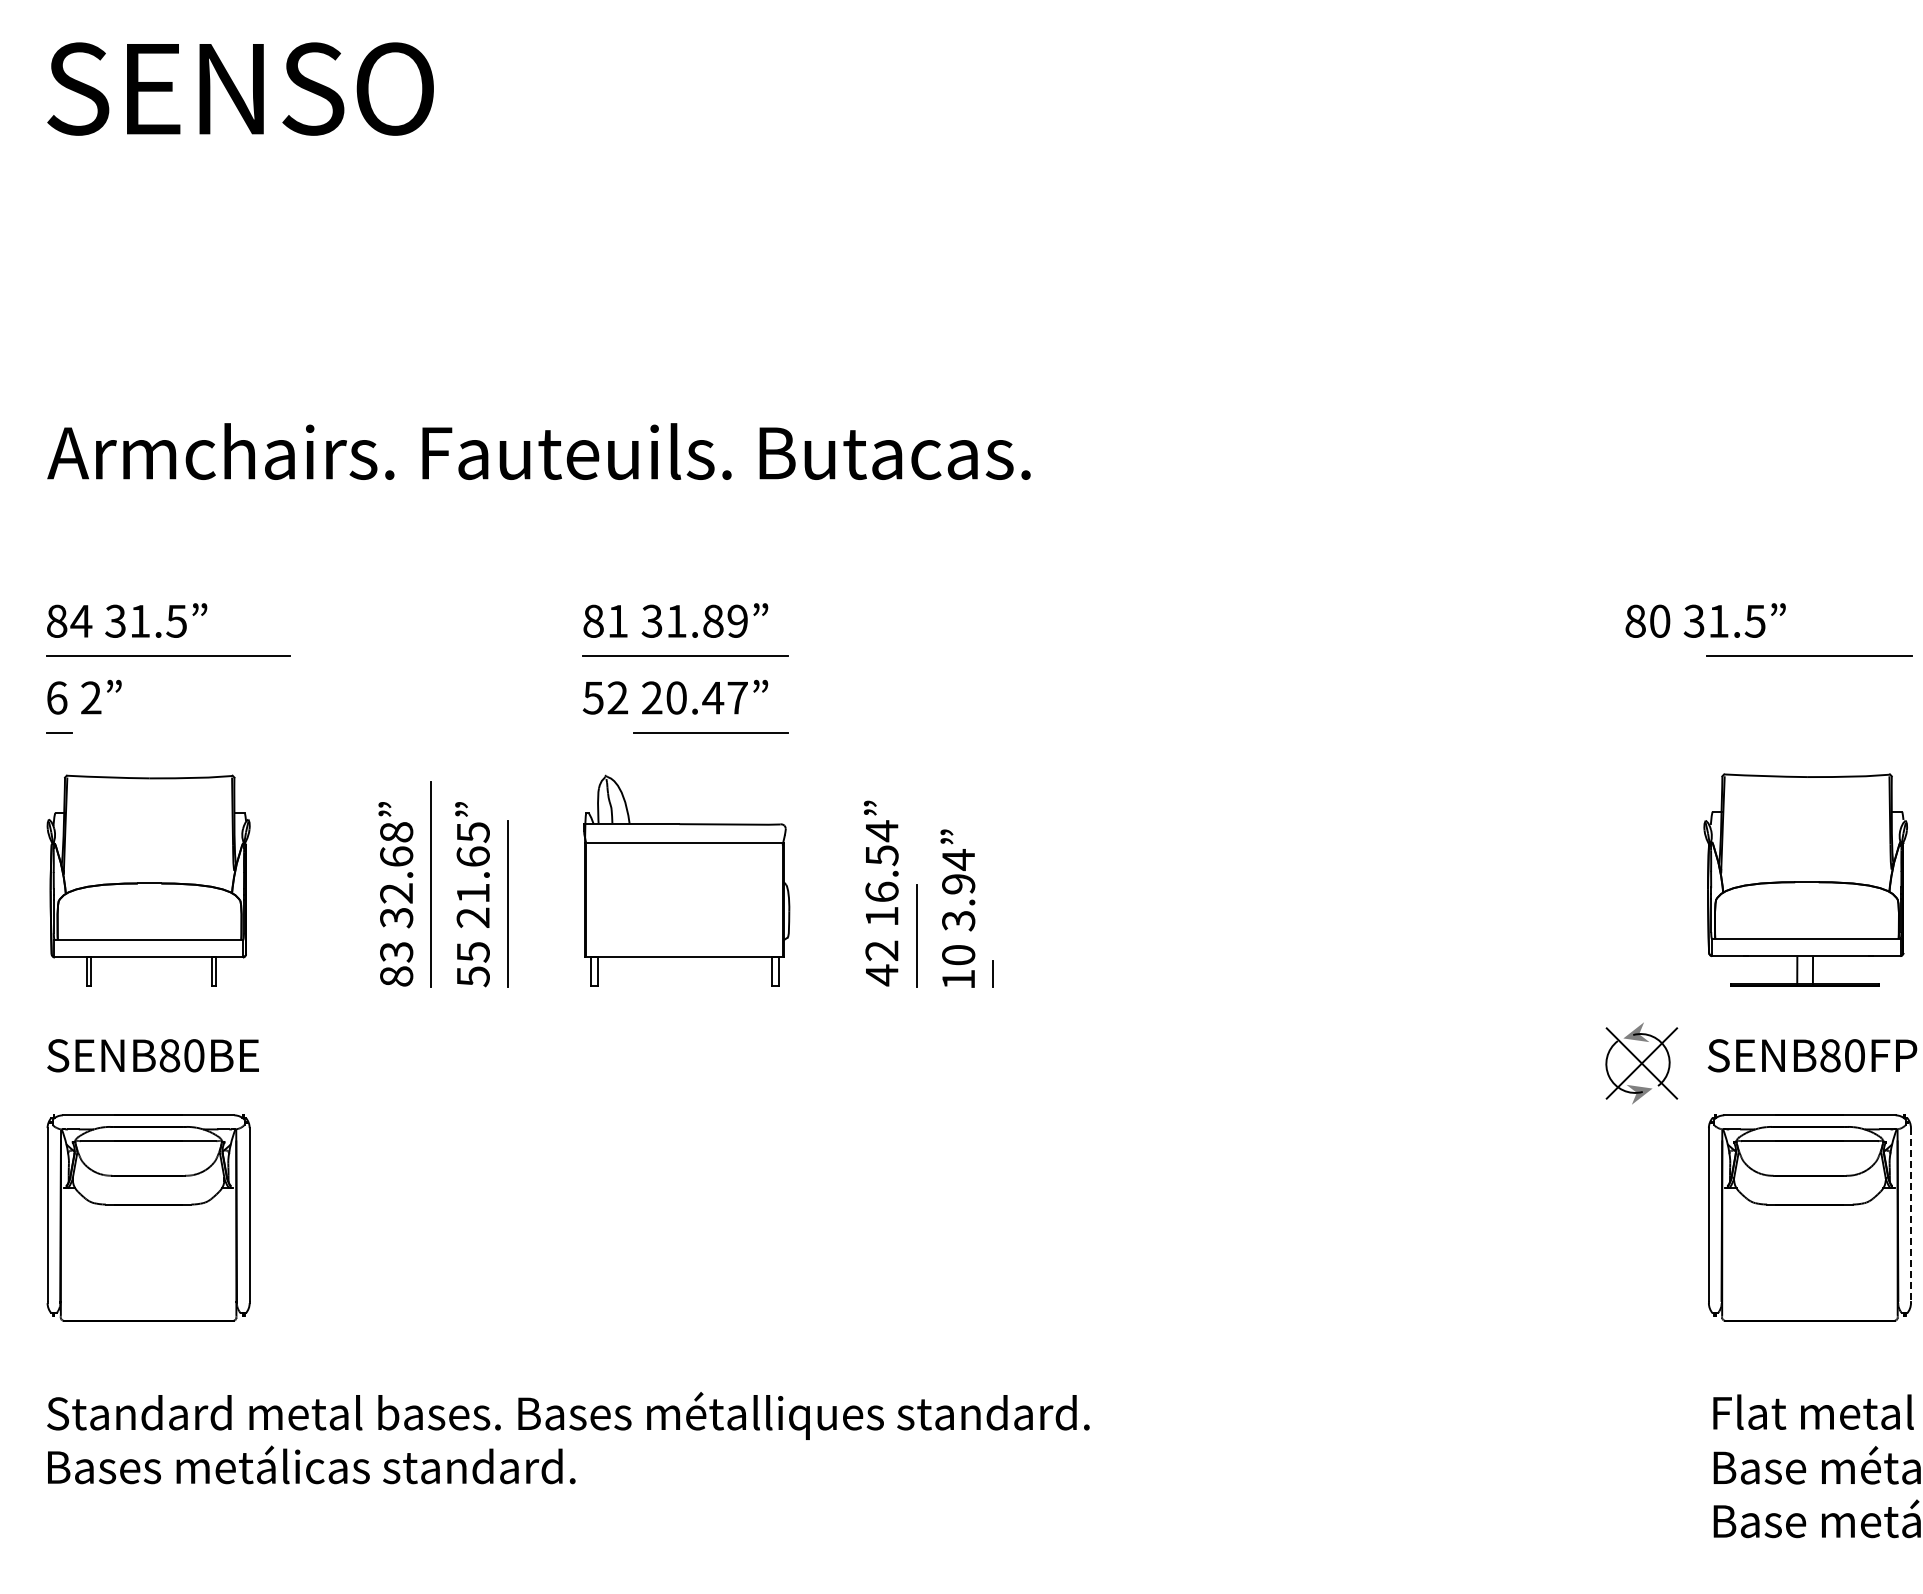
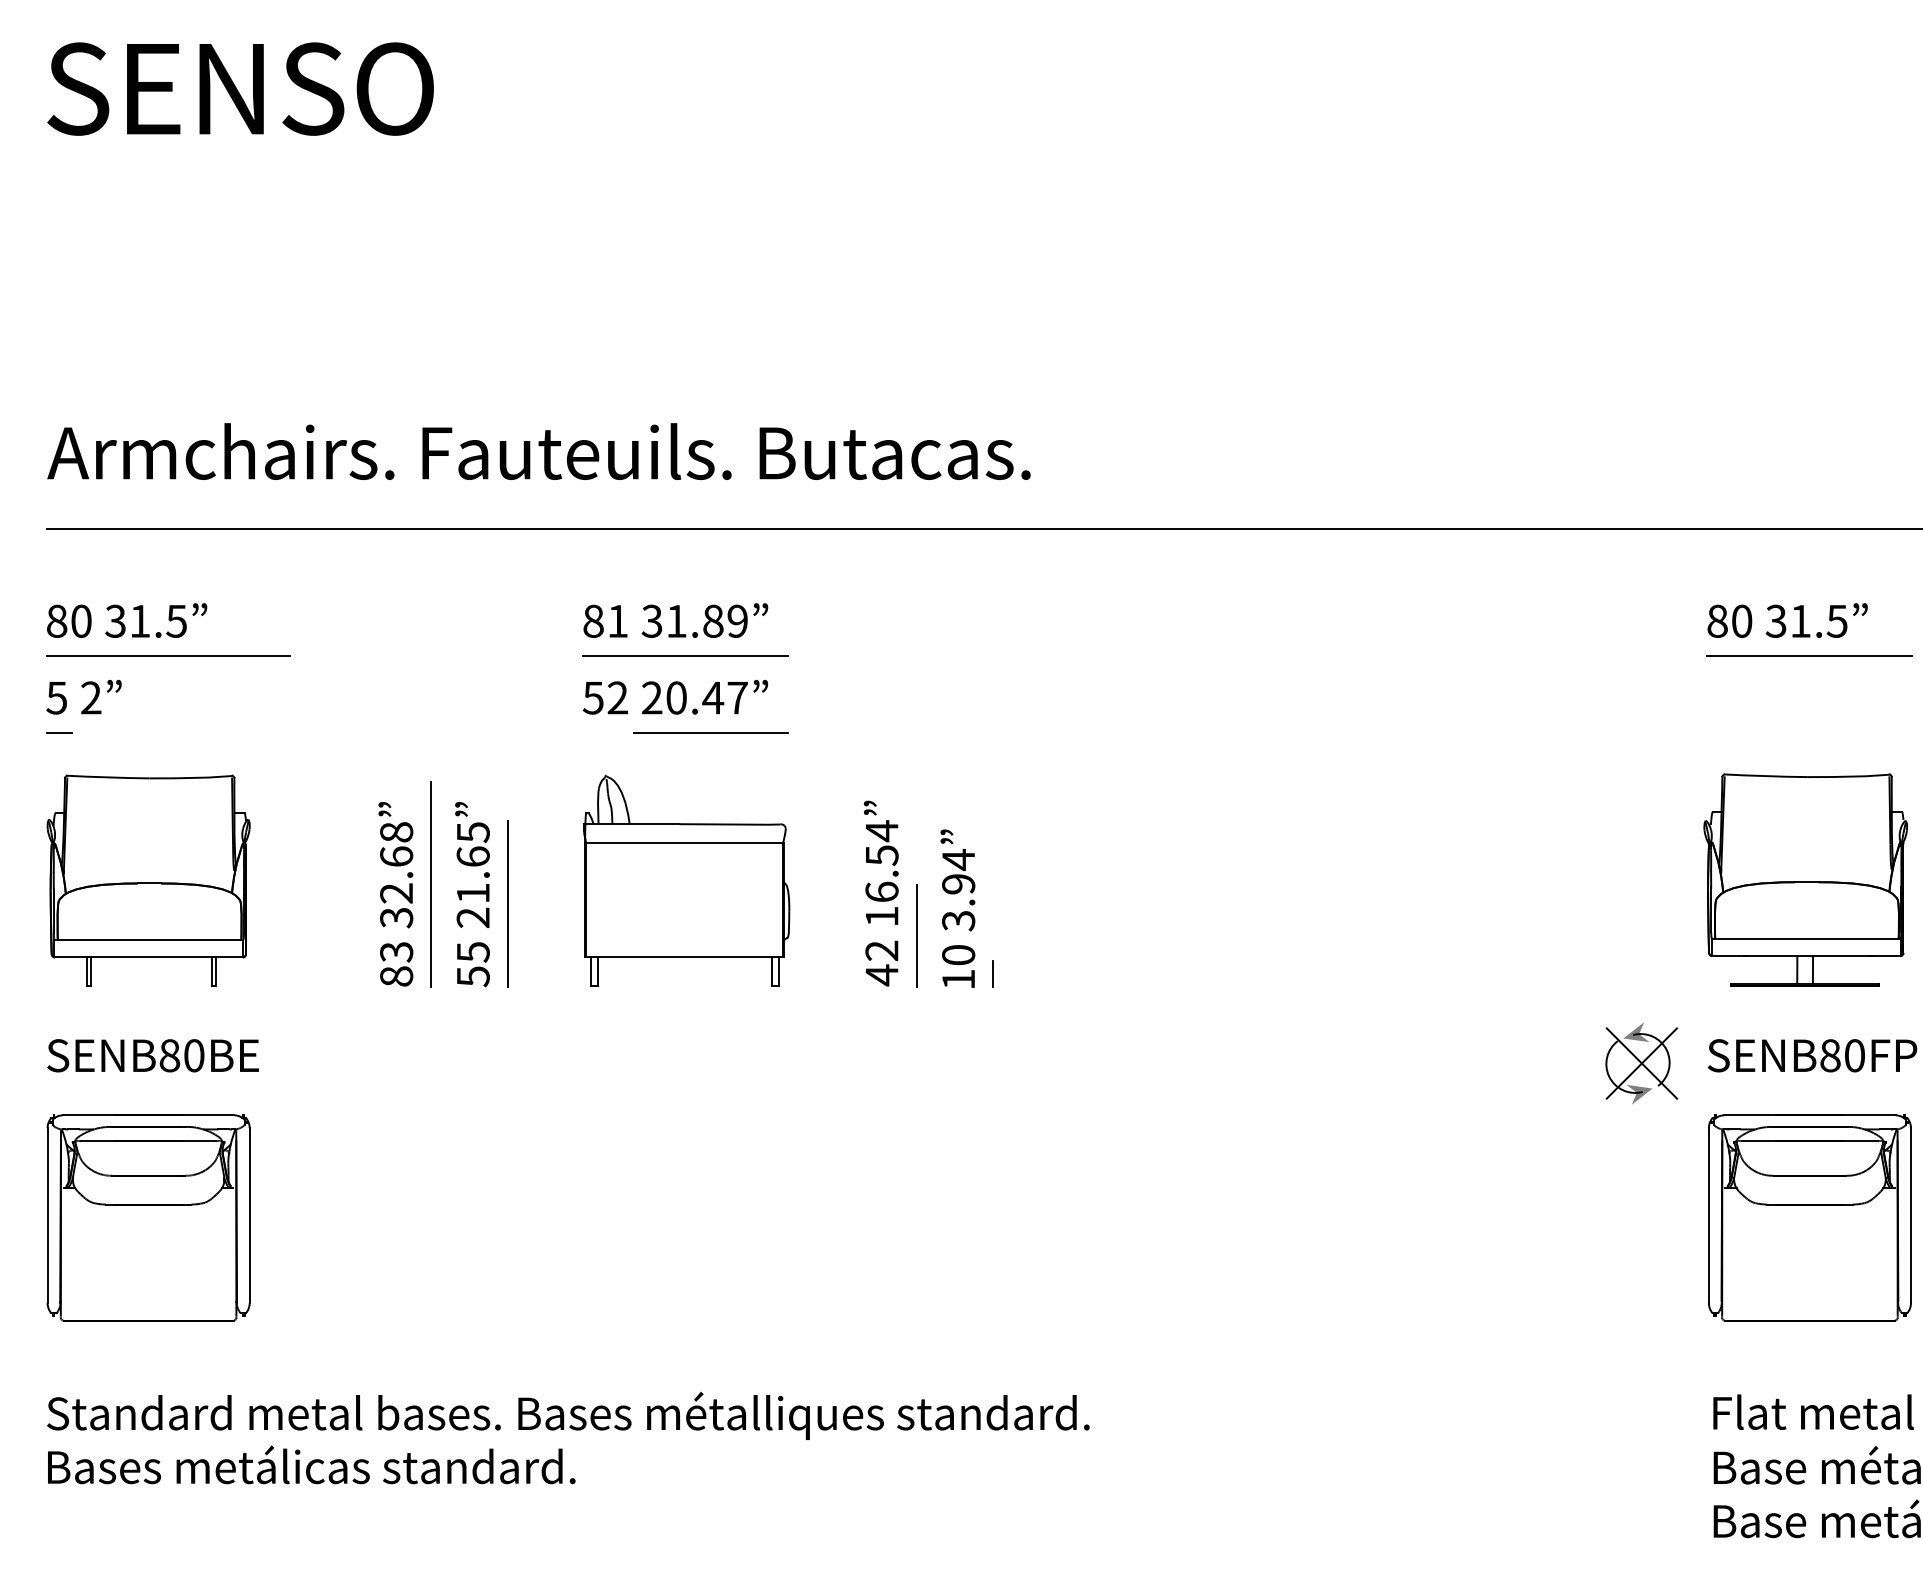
line at (982, 529): none -> present
text at (81, 620): 84 -> 80
text at (1705, 620) position: (1705, 620) -> (1787, 620)
text at (56, 697): 6 -> 5
line at (1910, 1214): dashed -> solid
